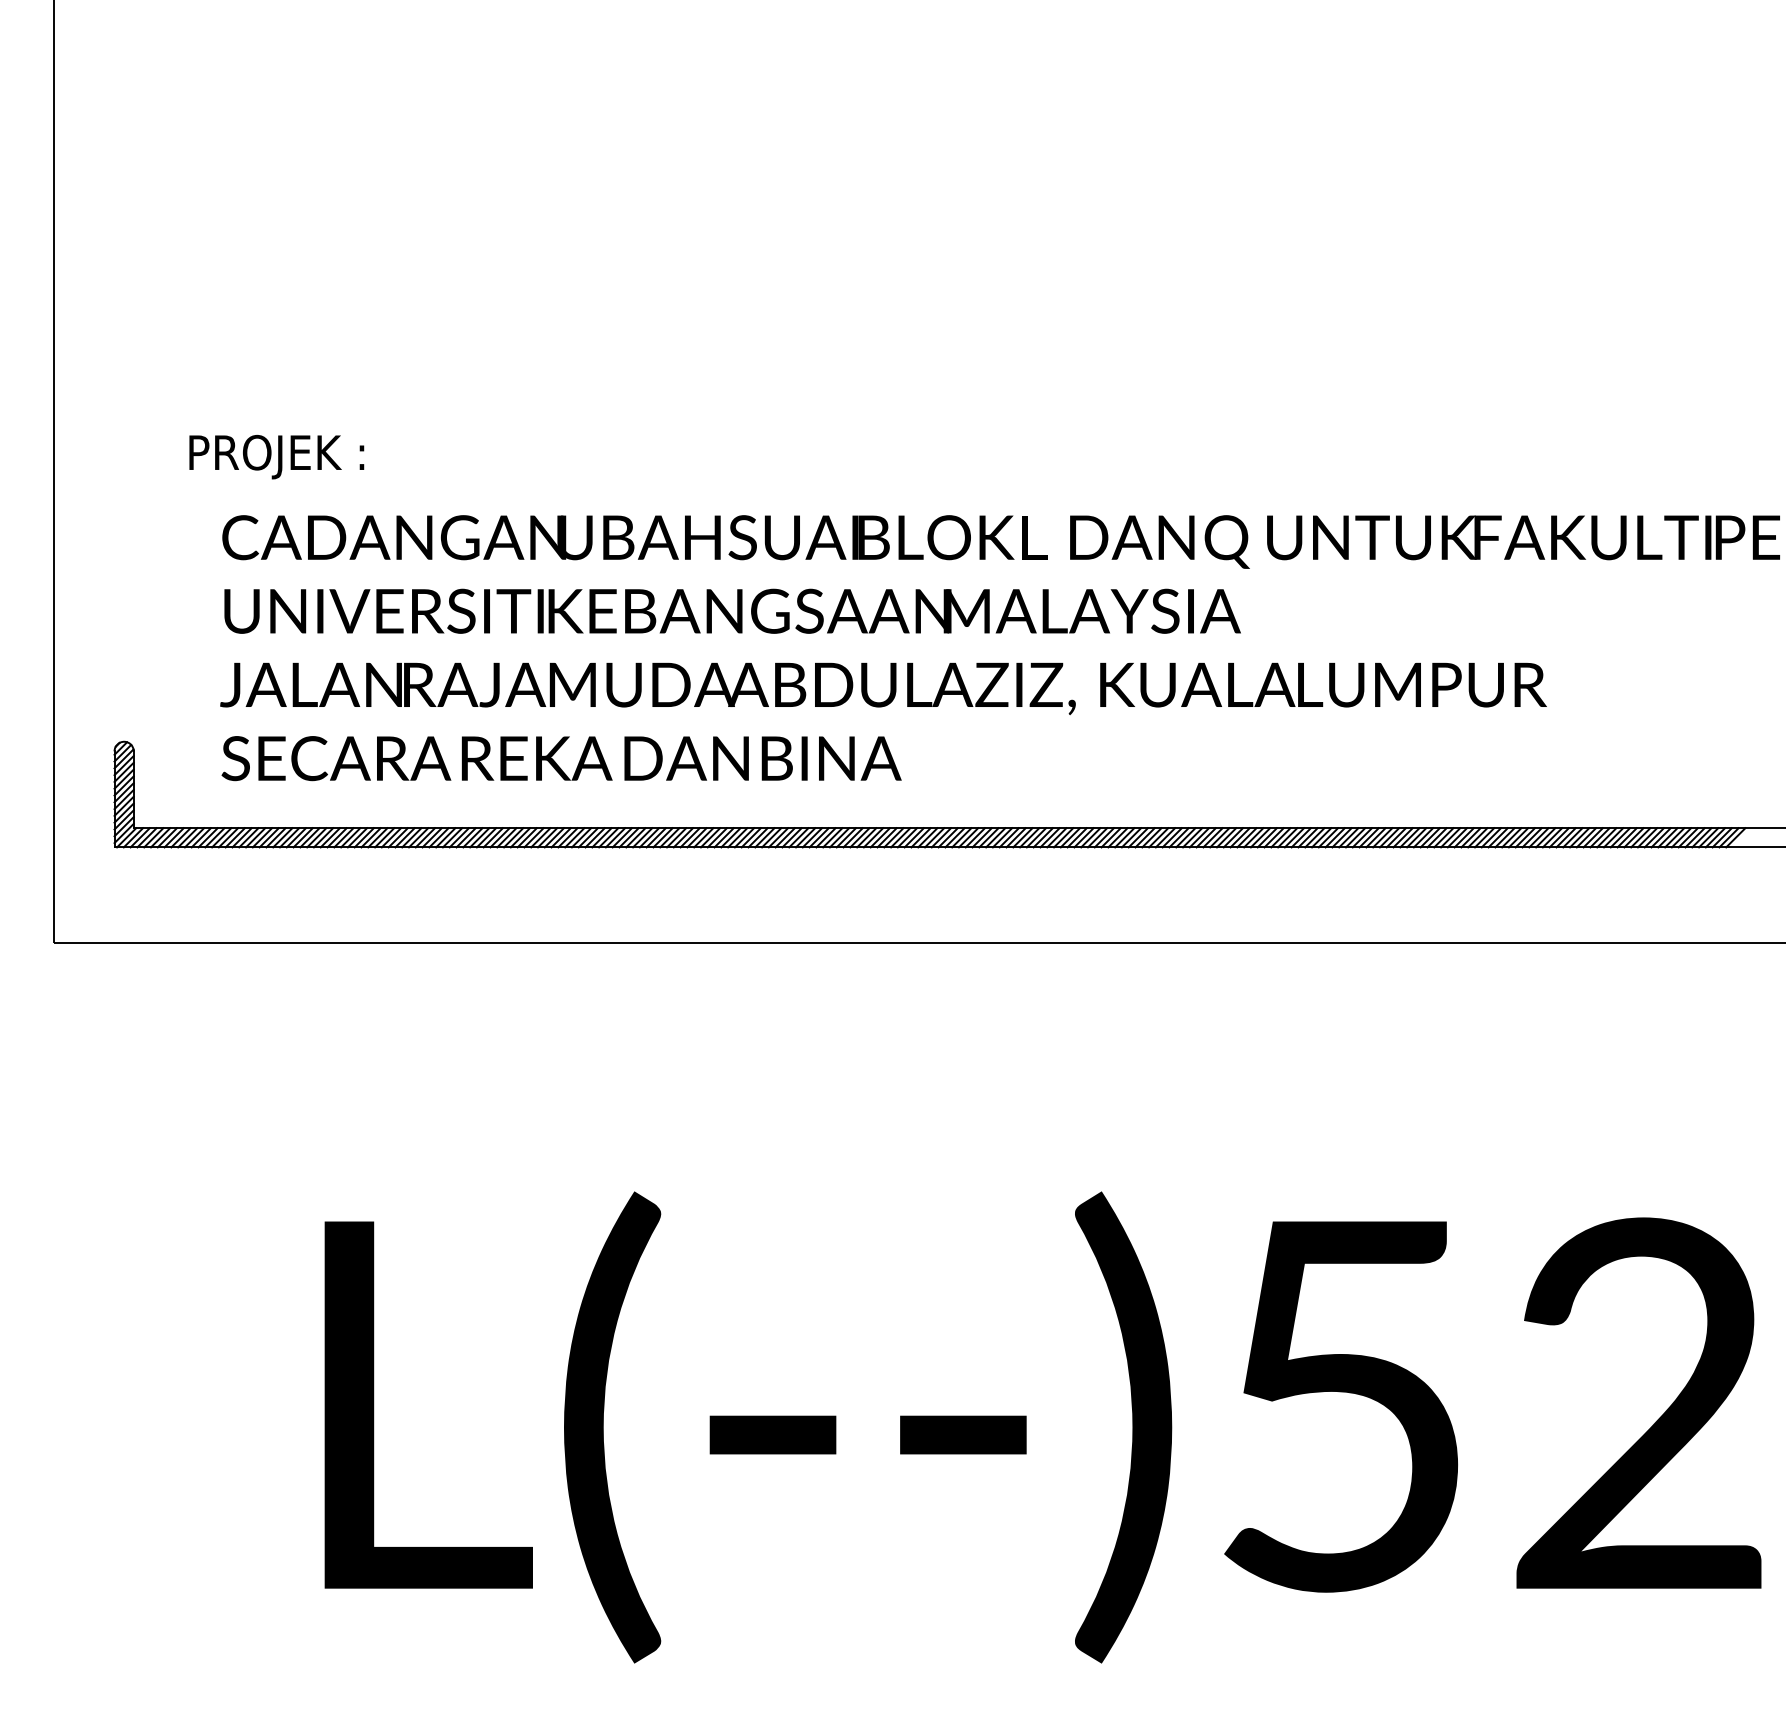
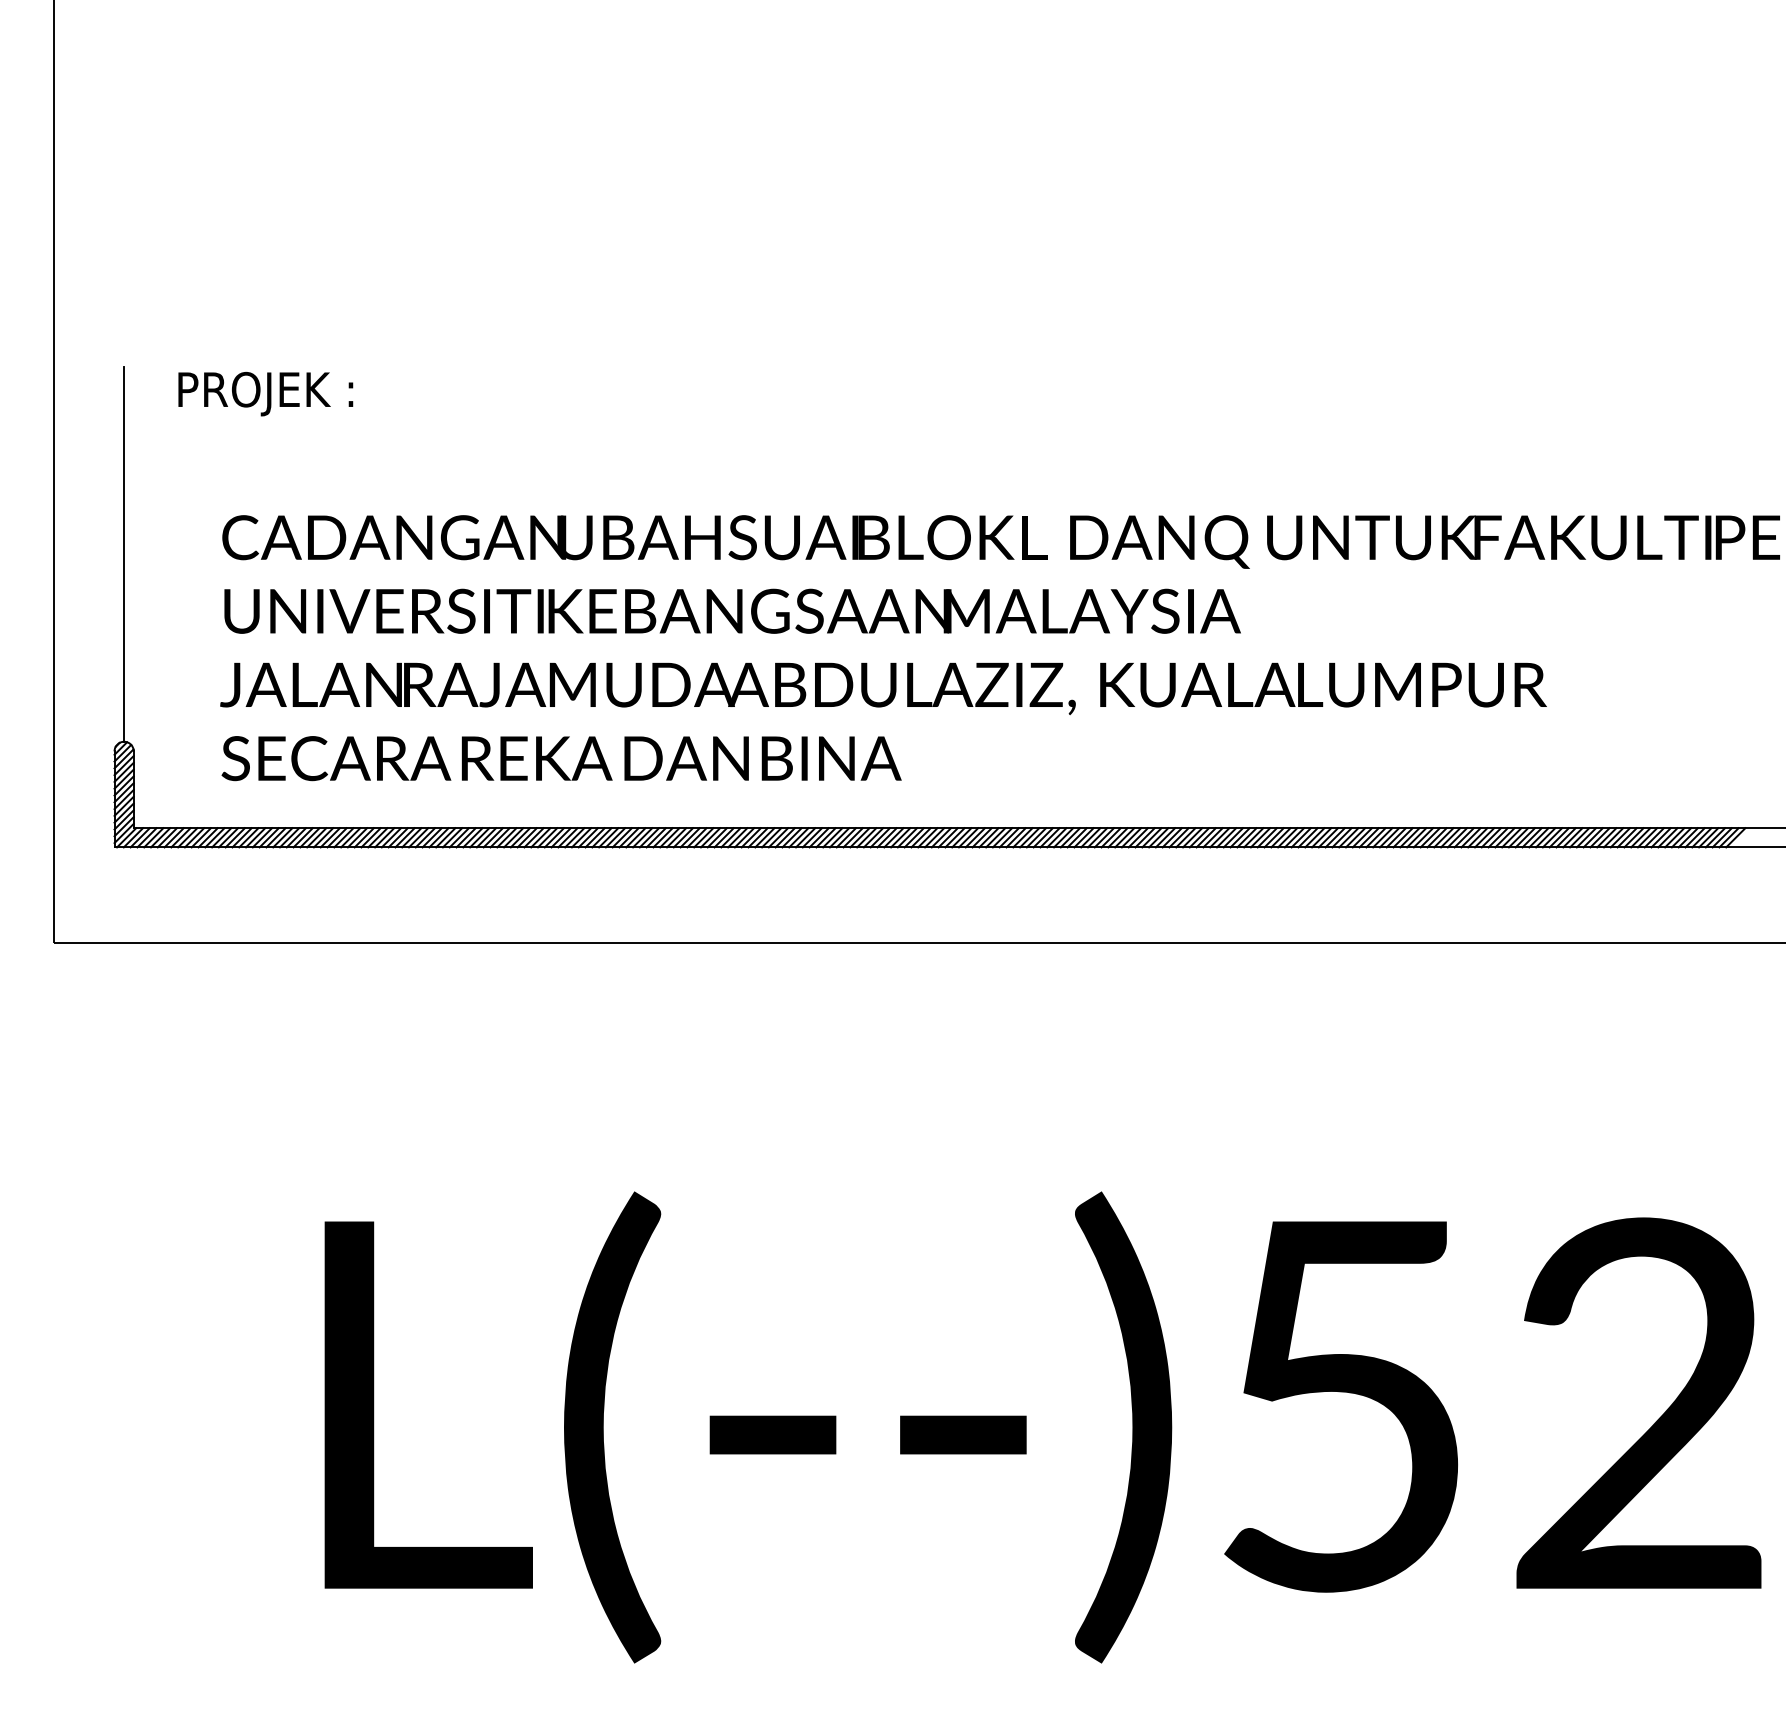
text at (276, 456) position: (276, 456) -> (265, 393)
line at (124, 554): none -> present
